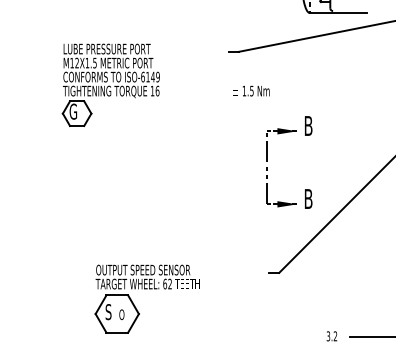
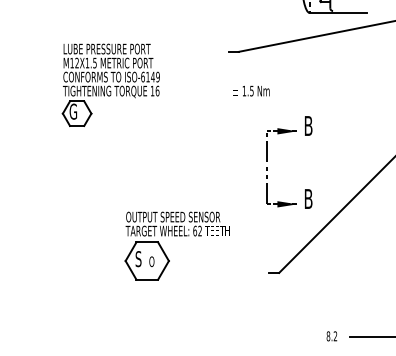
part at (146, 289) position: (146, 289) -> (176, 236)
text at (328, 336): 3.2 -> 8.2
